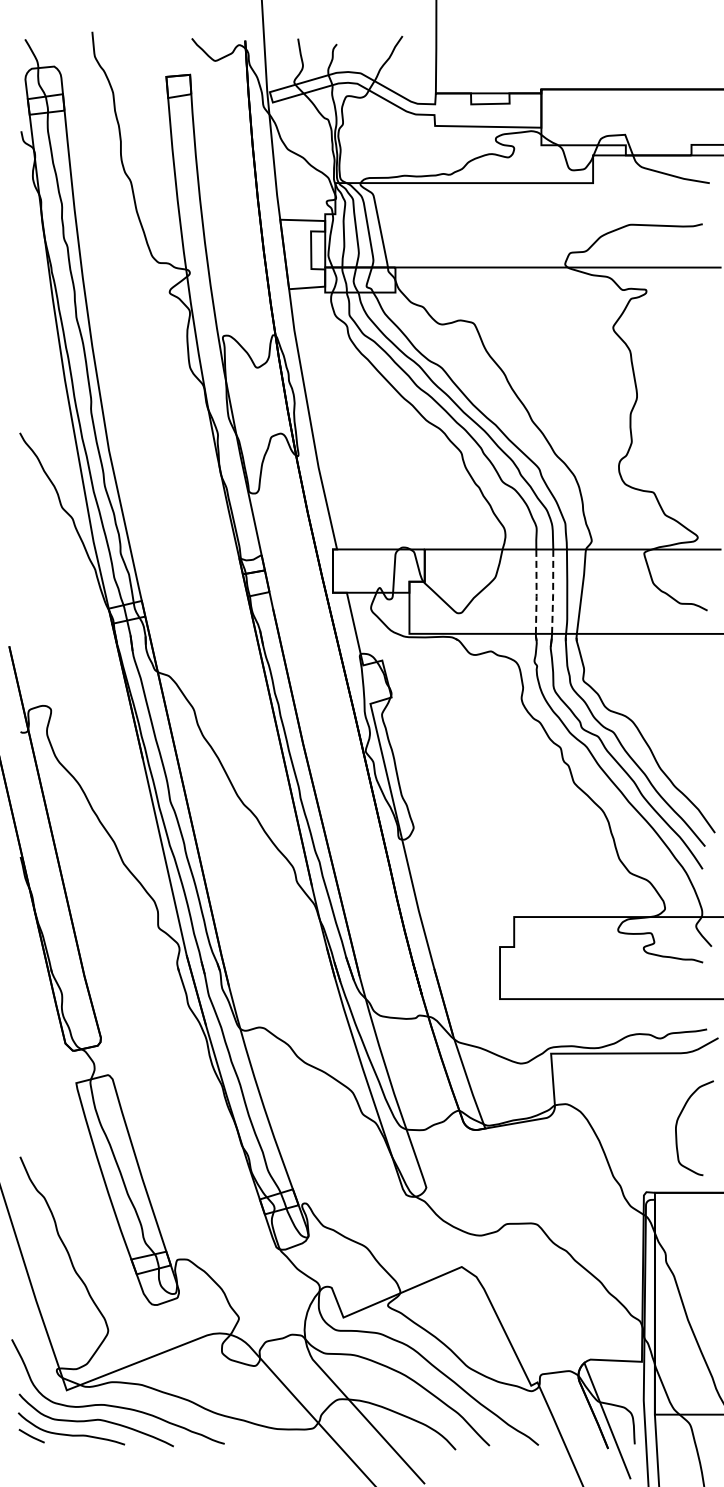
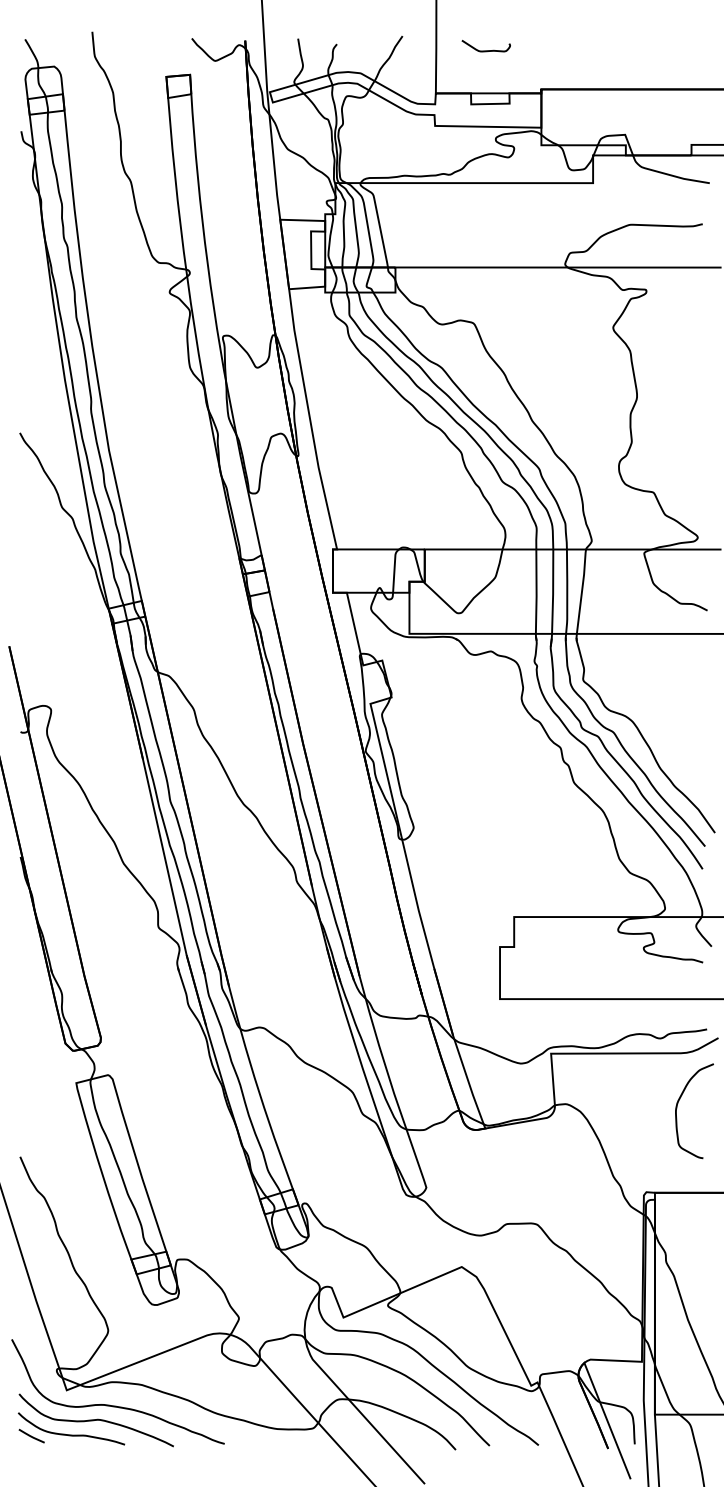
curve at (485, 50): none -> present
line at (536, 592): dashed -> solid
line at (553, 592): dashed -> solid
curve at (677, 1125) position: (677, 1125) -> (677, 1108)
